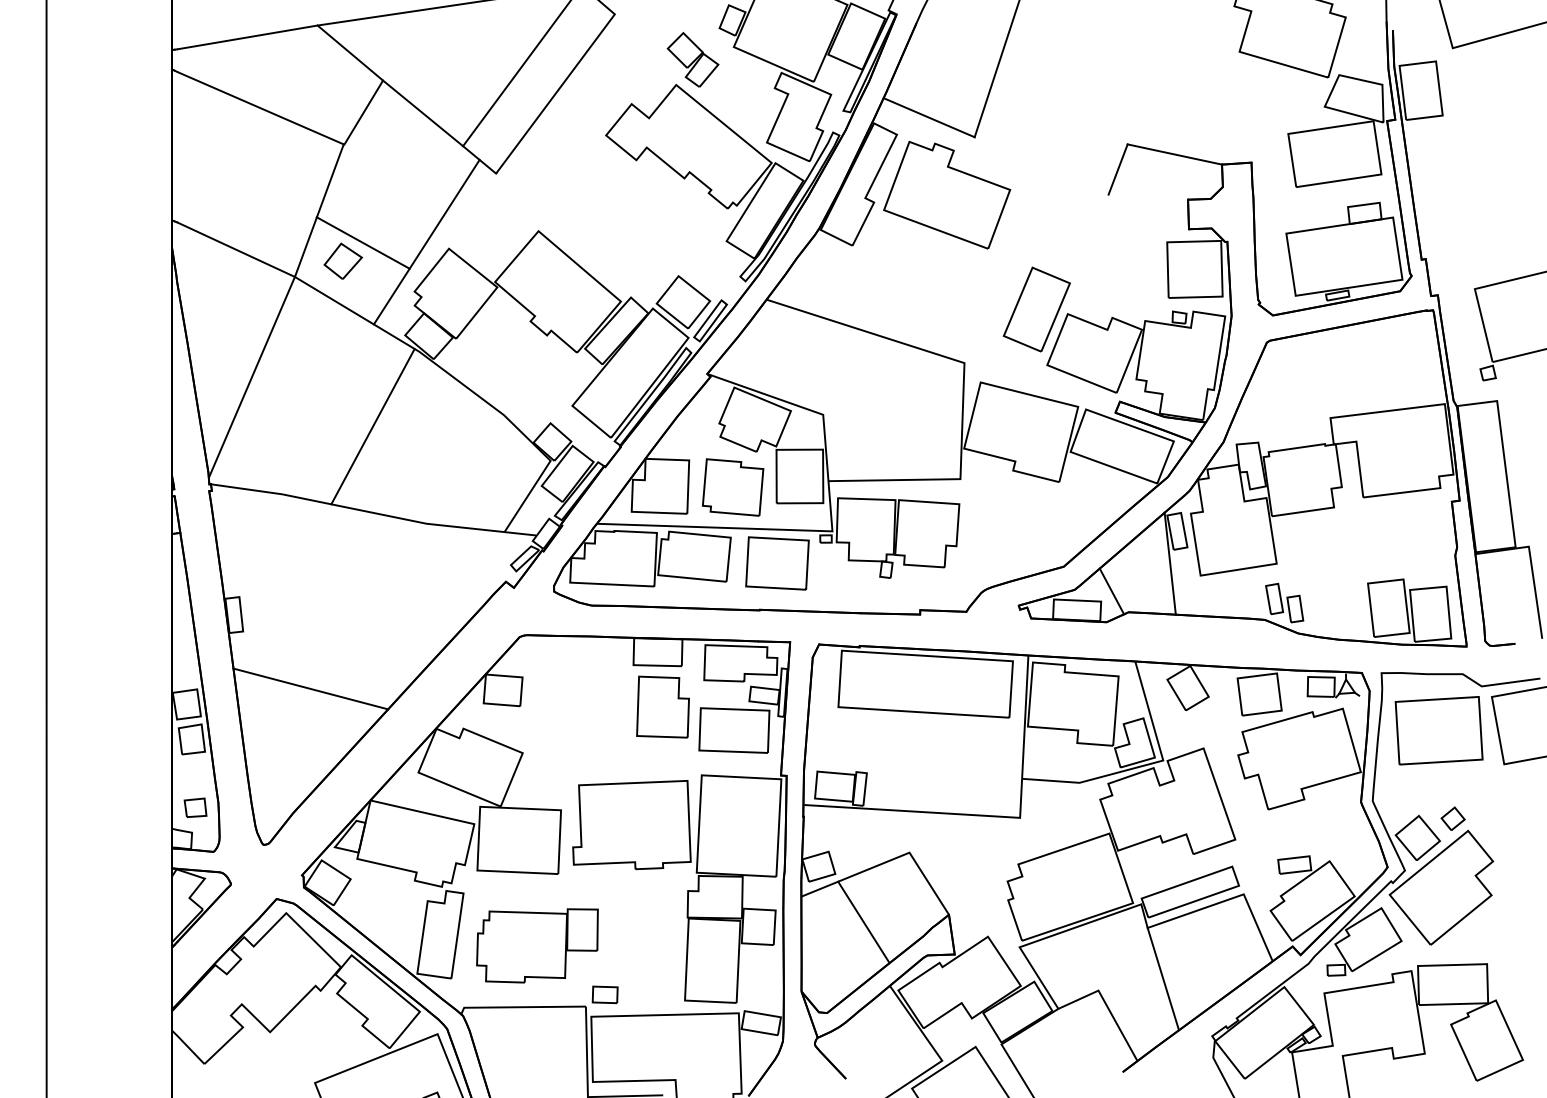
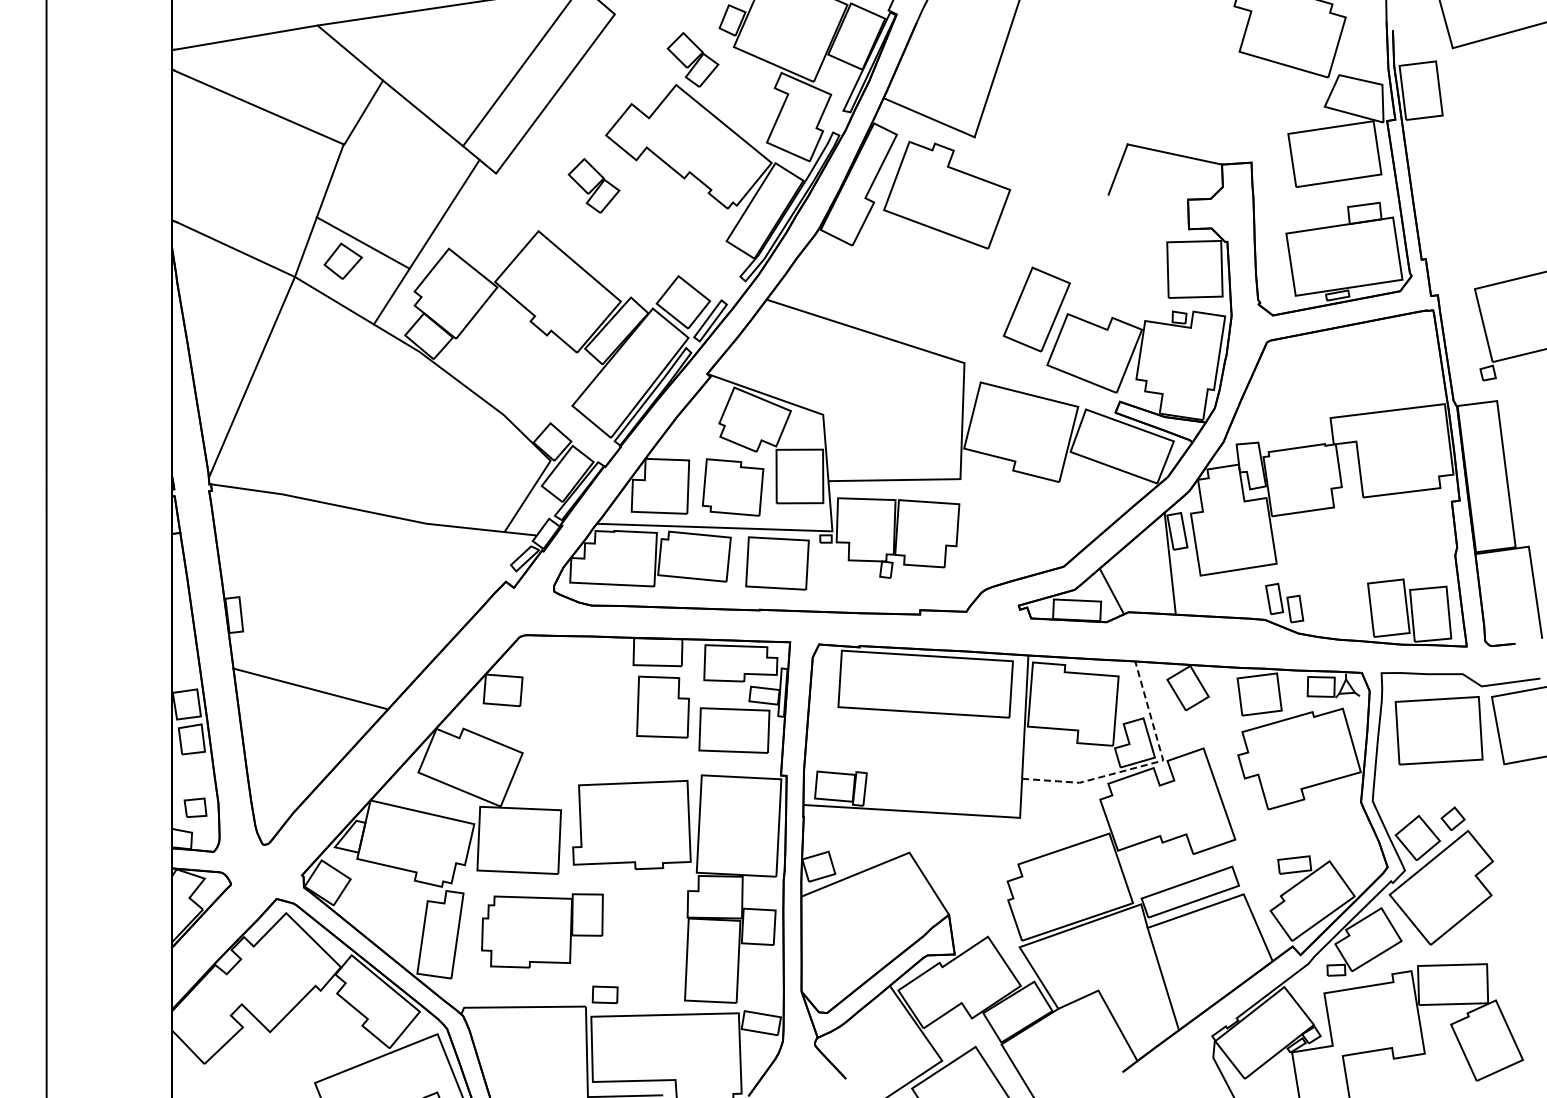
part at (593, 185): none -> present
line at (372, 426): present -> none
line at (1143, 765): solid -> dashed
line at (863, 922): present -> none
part at (537, 945) position: (537, 945) -> (542, 930)
